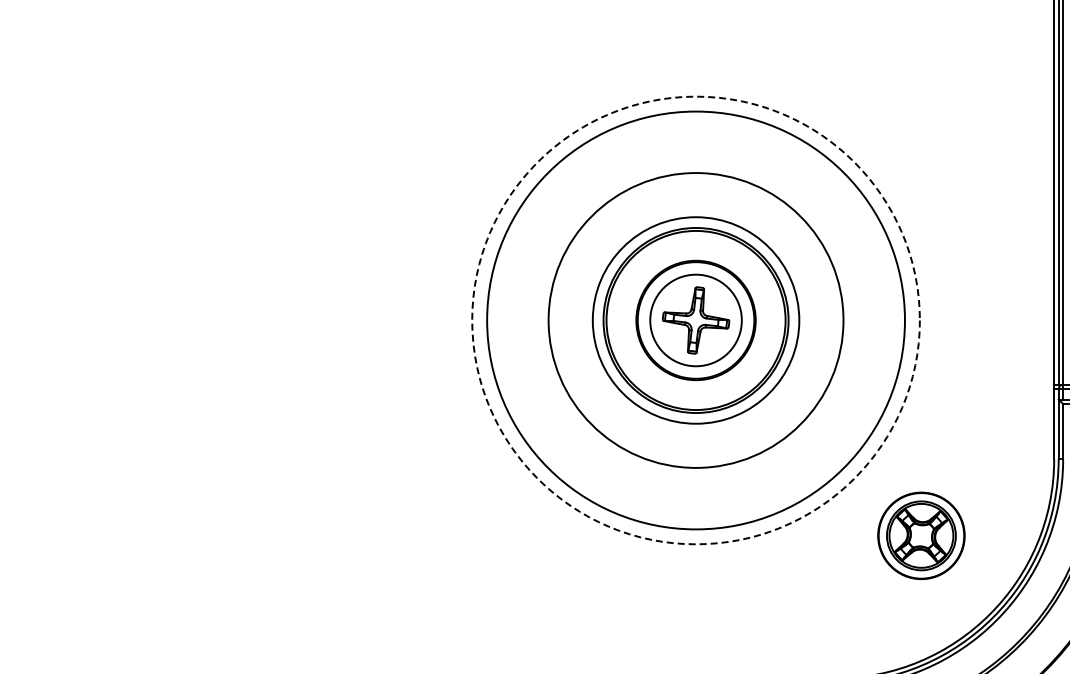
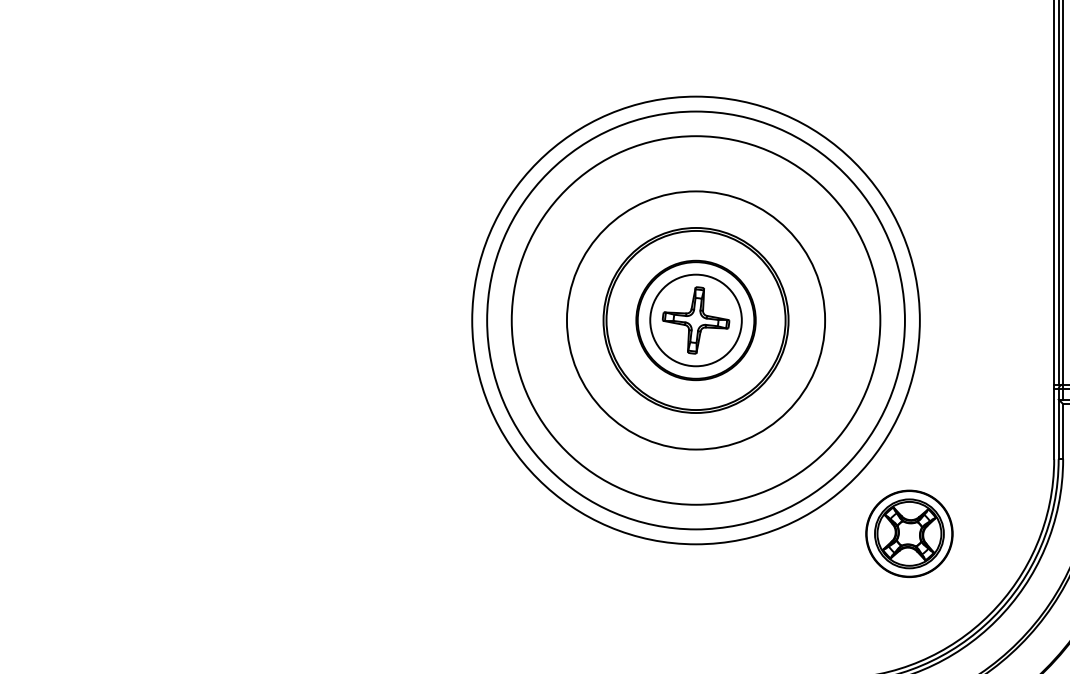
circle at (695, 320) diameter: 207 px -> 258 px
circle at (695, 320) diameter: 295 px -> 369 px
circle at (695, 320): dashed -> solid
part at (921, 535) position: (921, 535) -> (909, 533)
